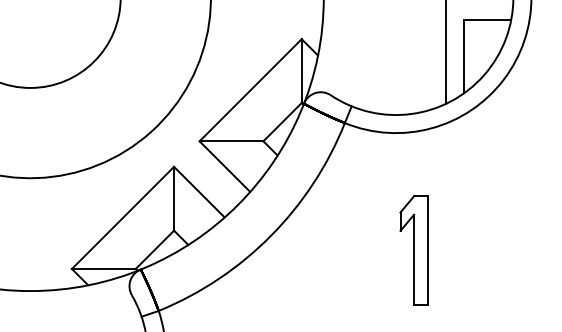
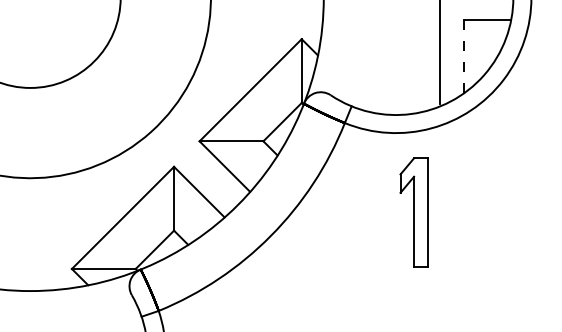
line at (445, 53) position: (445, 53) -> (439, 53)
line at (463, 56): solid -> dashed
part at (413, 250) position: (413, 250) -> (413, 212)
